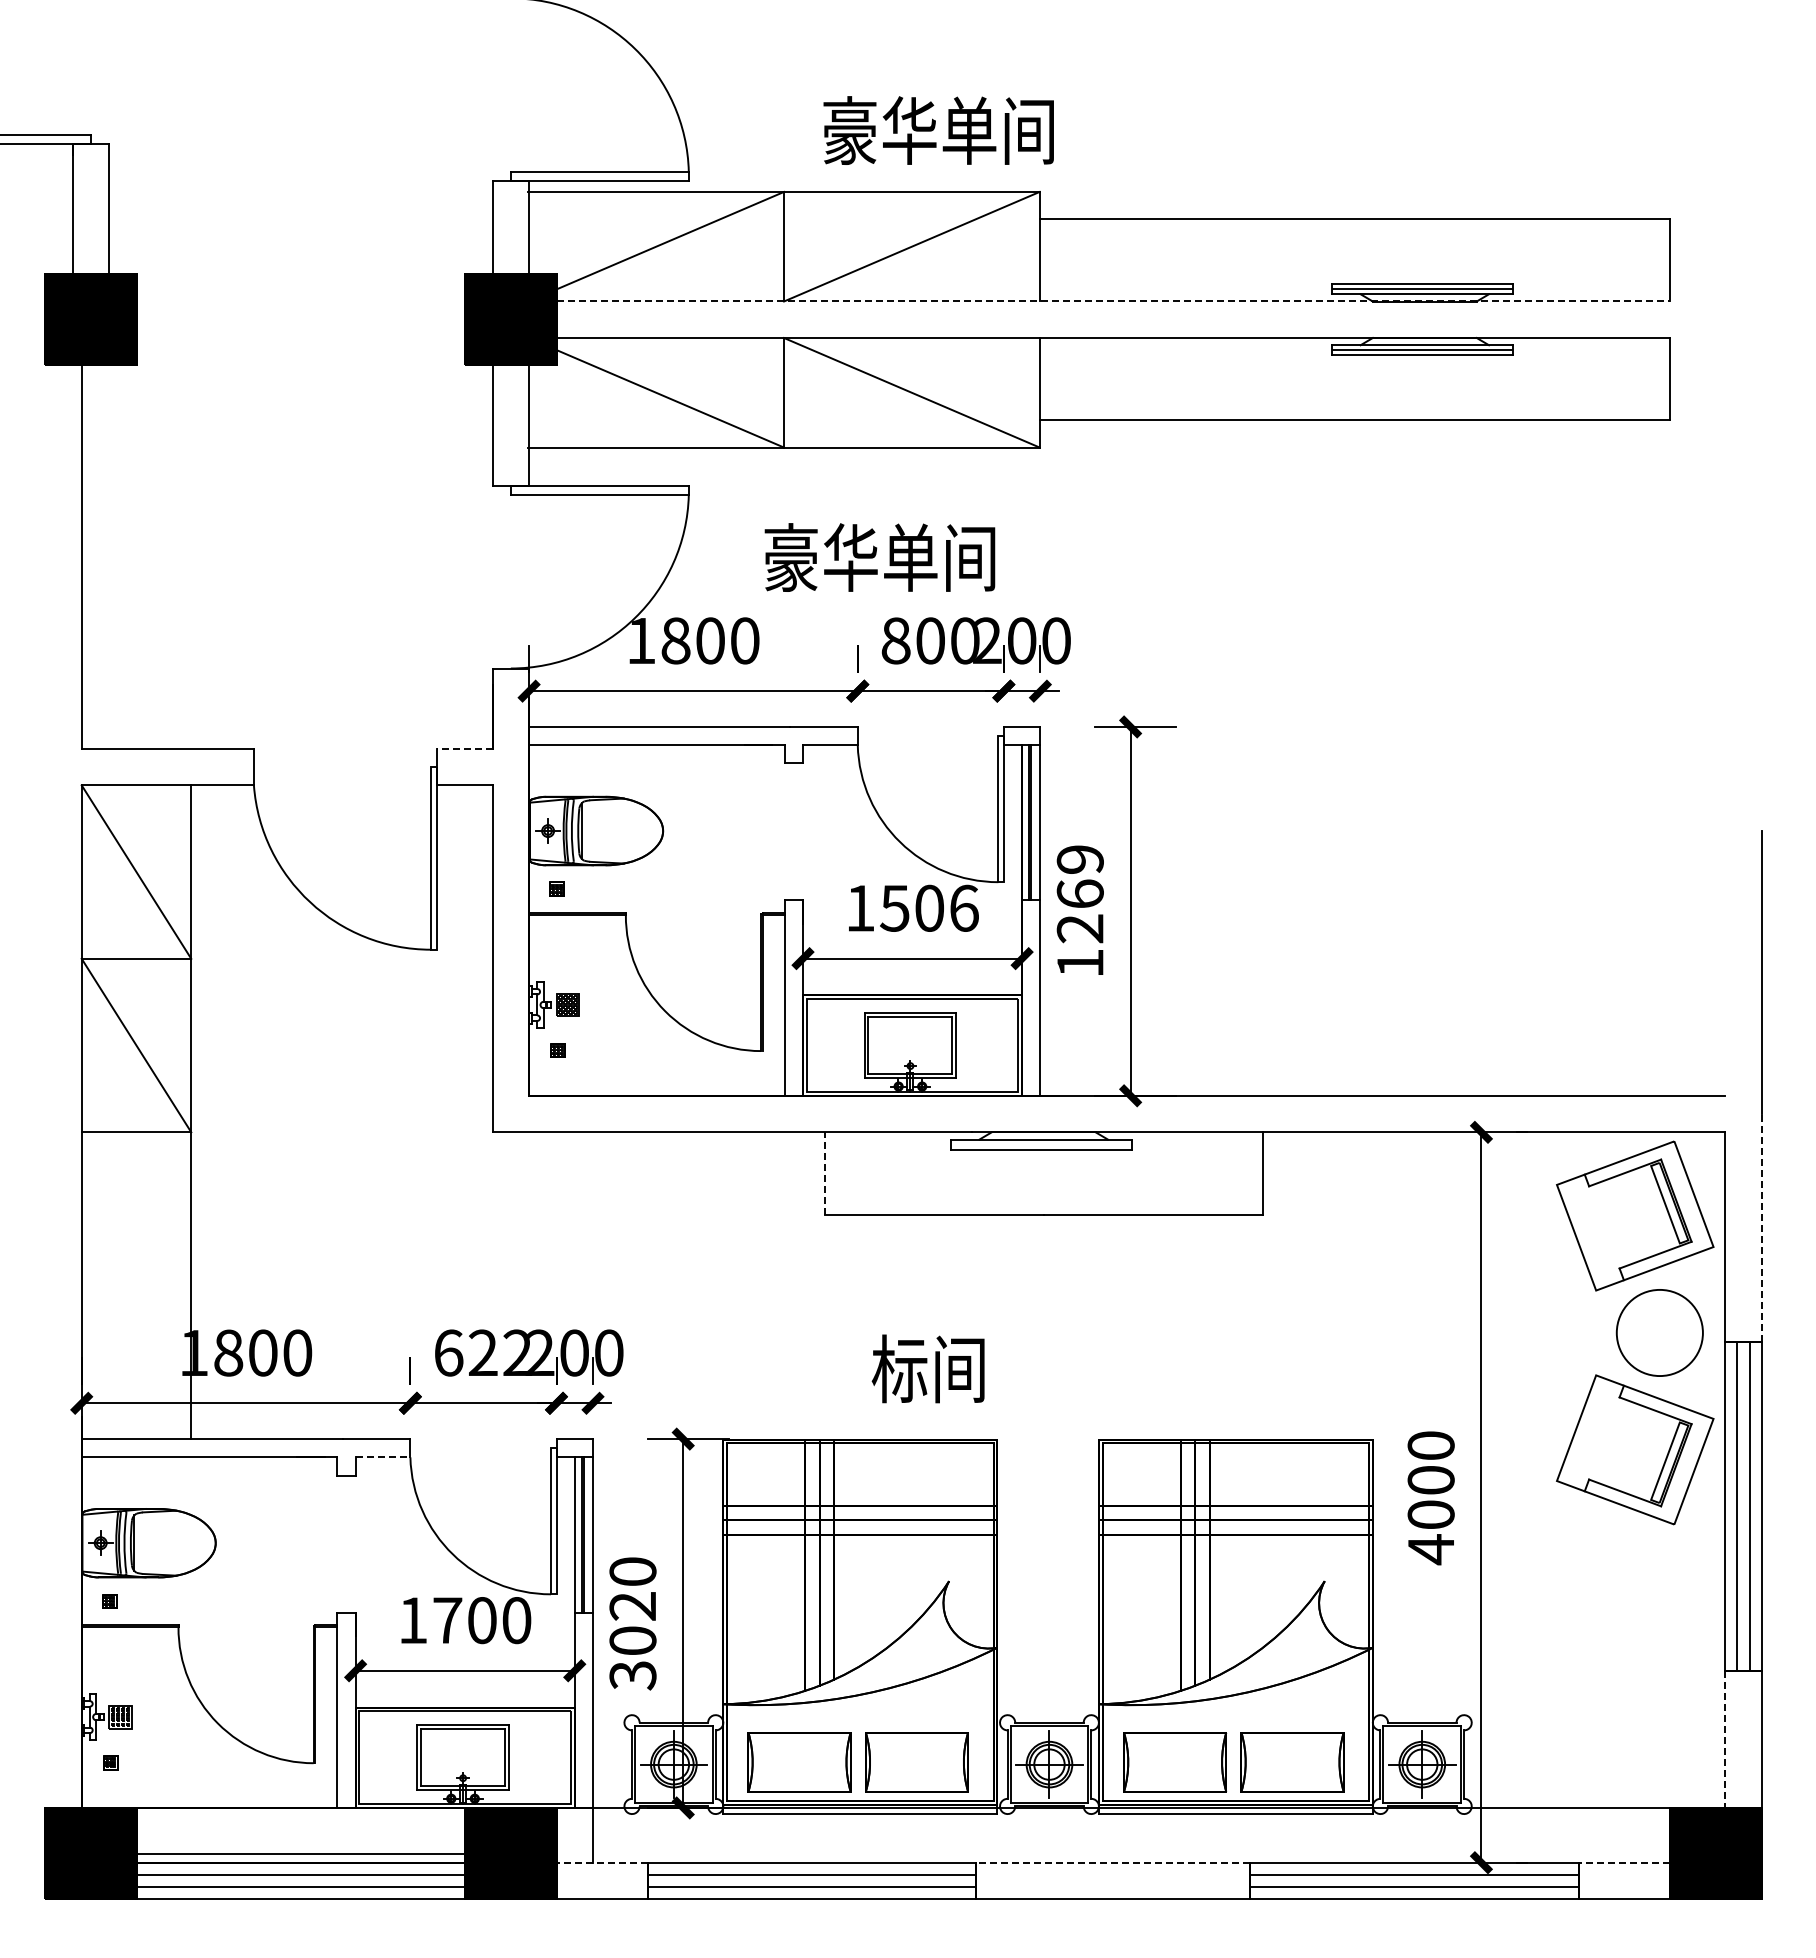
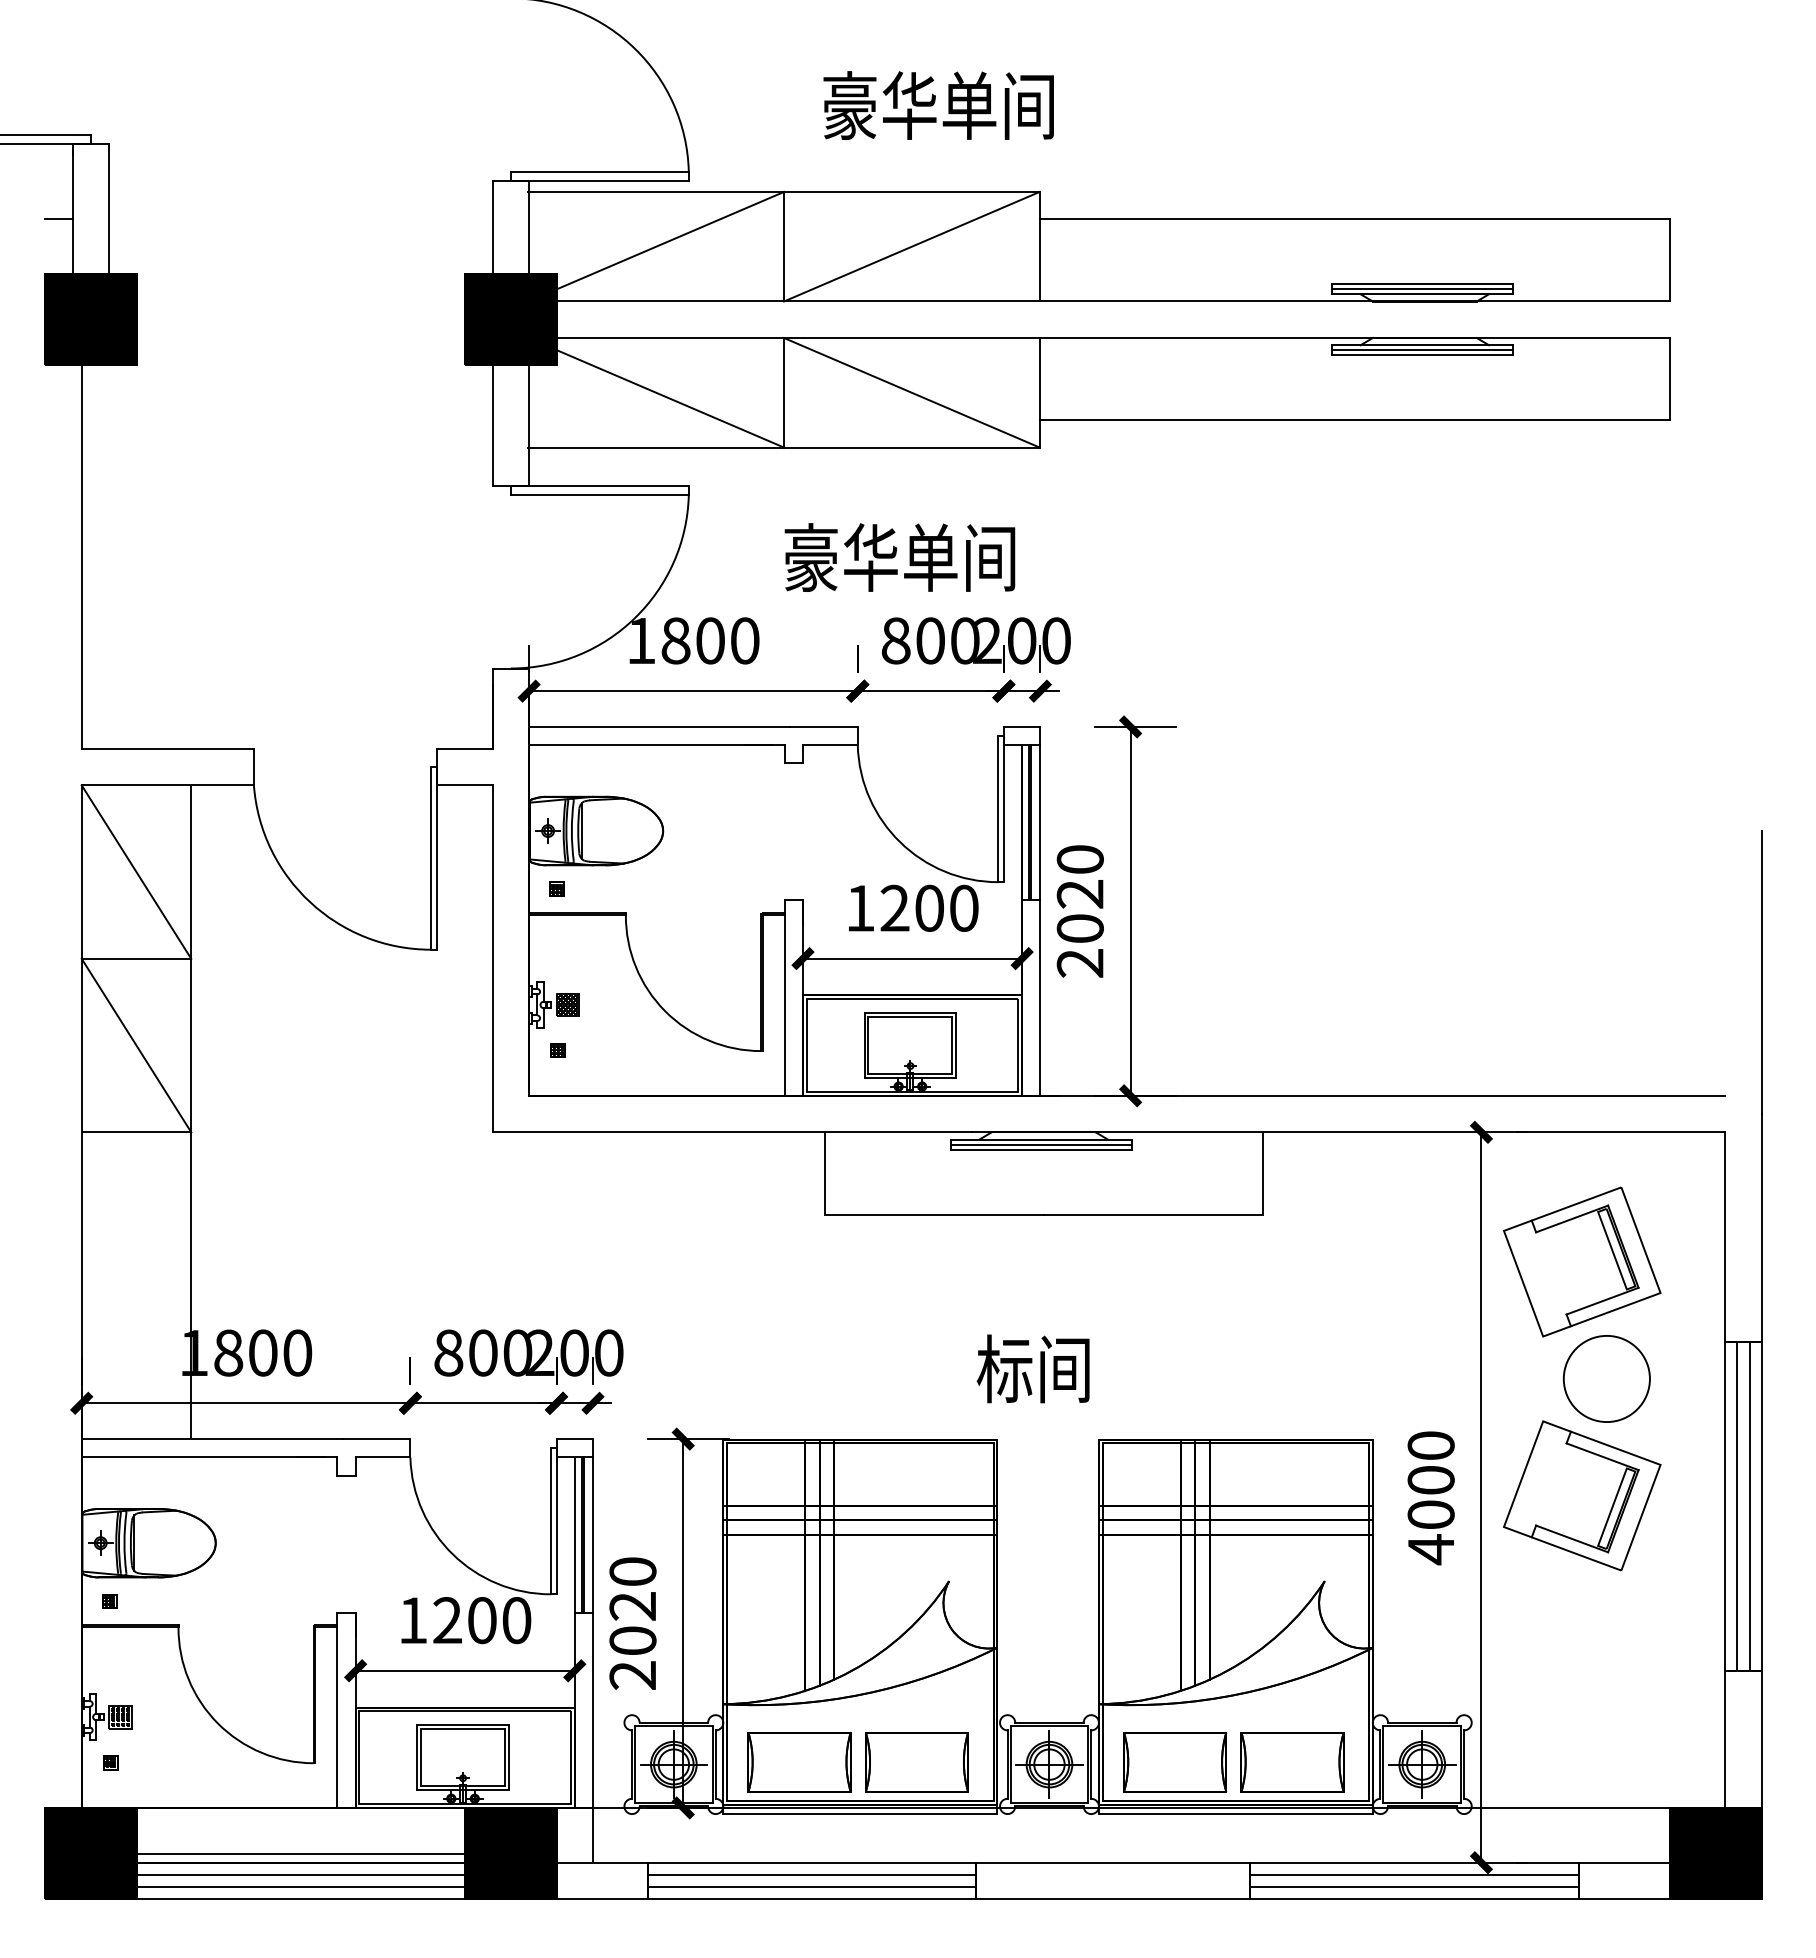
text at (938, 130) position: (938, 130) -> (938, 105)
line at (58, 219): none -> present
line at (1113, 301): dashed -> solid
text at (879, 557) position: (879, 557) -> (899, 557)
line at (464, 748): dashed -> solid
text at (929, 907): 1506 -> 1200
text at (1079, 911): 1269 -> 2020
line at (1041, 1144): none -> present
line at (824, 1172): dashed -> solid
line at (1761, 1227): dashed -> solid
part at (1635, 1332) position: (1635, 1332) -> (1582, 1378)
text at (483, 1352): 622 -> 800
text at (927, 1368) position: (927, 1368) -> (1032, 1368)
line at (383, 1457): dashed -> solid
text at (447, 1620): 1700 -> 1200
text at (632, 1675): 3020 -> 2020
line at (1725, 1739): dashed -> solid
line at (602, 1862): dashed -> solid
line at (1113, 1862): dashed -> solid
line at (1624, 1862): dashed -> solid
